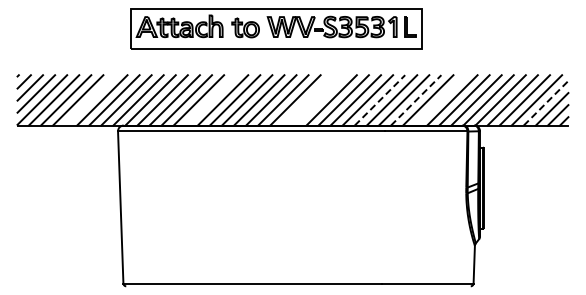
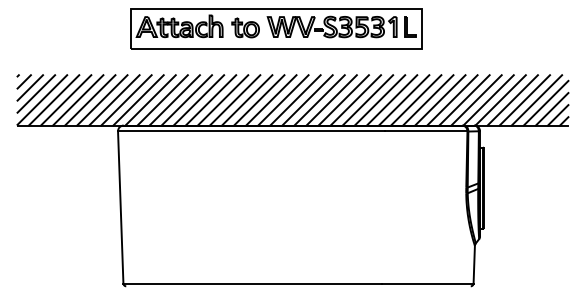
line at (90, 100): none -> present
line at (210, 100): none -> present
line at (307, 100): none -> present
line at (319, 100): none -> present
line at (379, 100): dashed -> solid
line at (416, 100): dashed -> solid
line at (440, 100): none -> present
line at (546, 103): dashed -> solid
